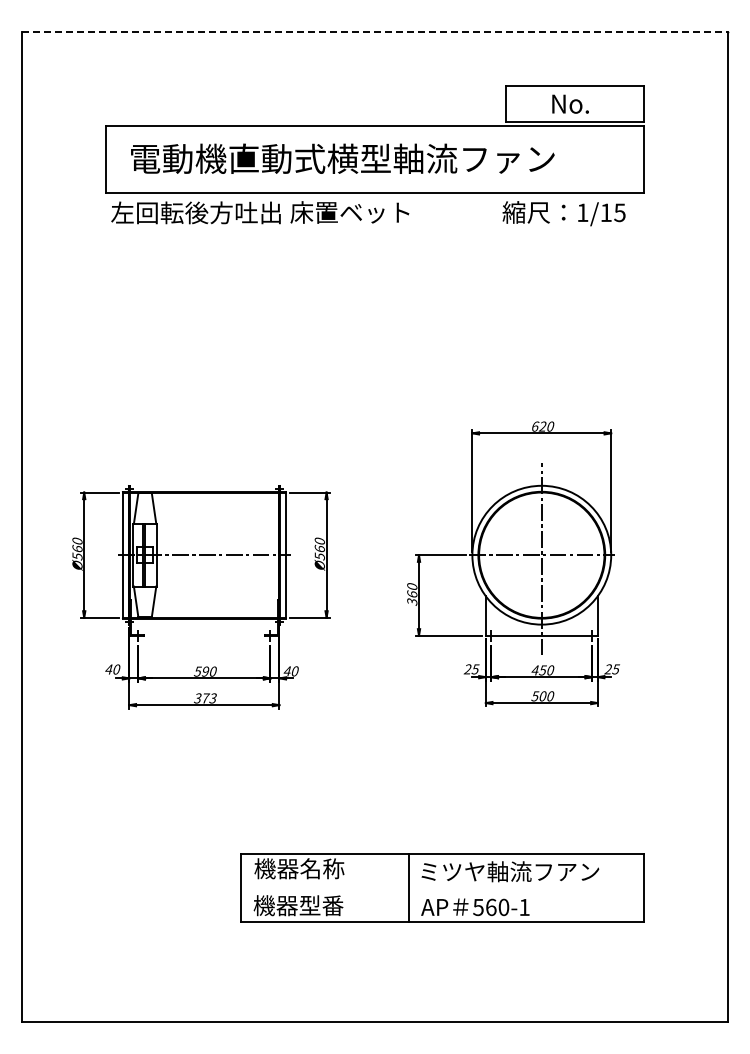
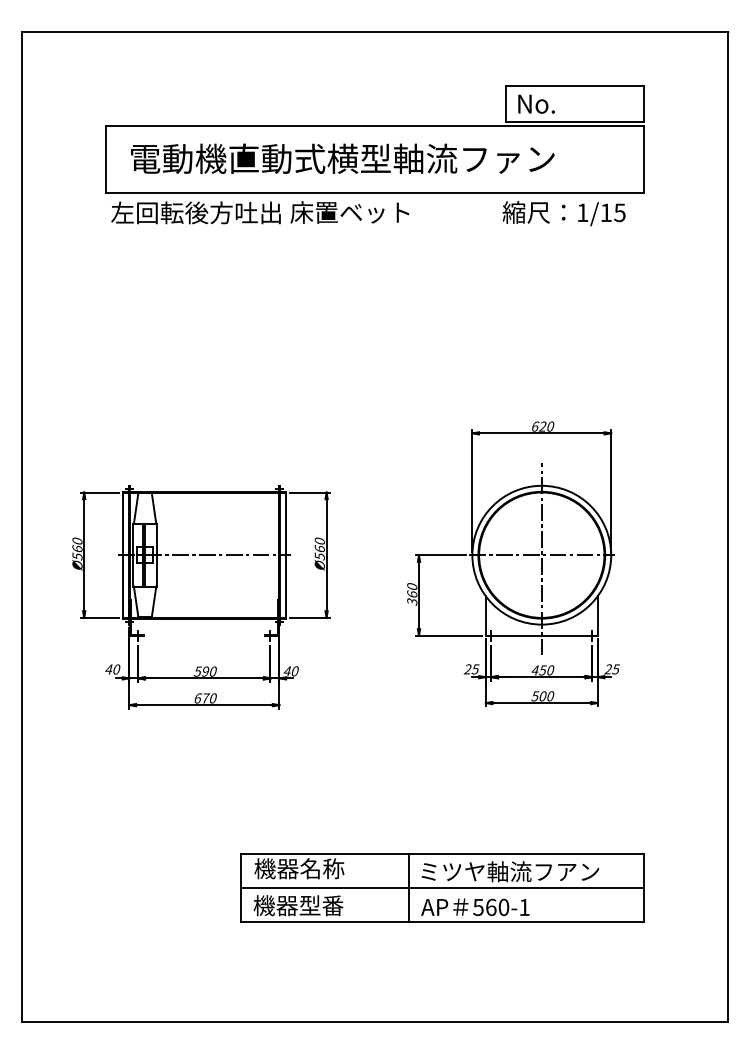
line at (375, 31): dashed -> solid
text at (570, 103) position: (570, 103) -> (536, 103)
text at (205, 698): 373 -> 670
line at (441, 888): none -> present
